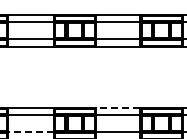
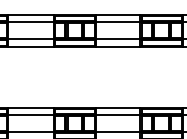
line at (117, 108): dashed -> solid
line at (31, 132): dashed -> solid
